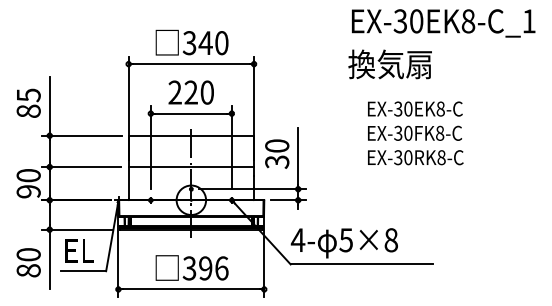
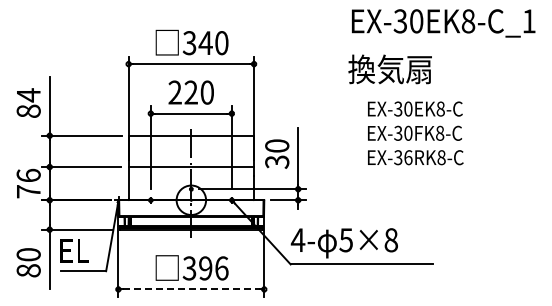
text at (389, 64) position: (389, 64) -> (389, 69)
text at (28, 95): 85 -> 84
text at (408, 157): EX-30RK8-C -> EX-36RK8-C
text at (28, 183): 90 -> 76
text at (79, 250) position: (79, 250) -> (74, 250)
line at (191, 289): solid -> dashed
